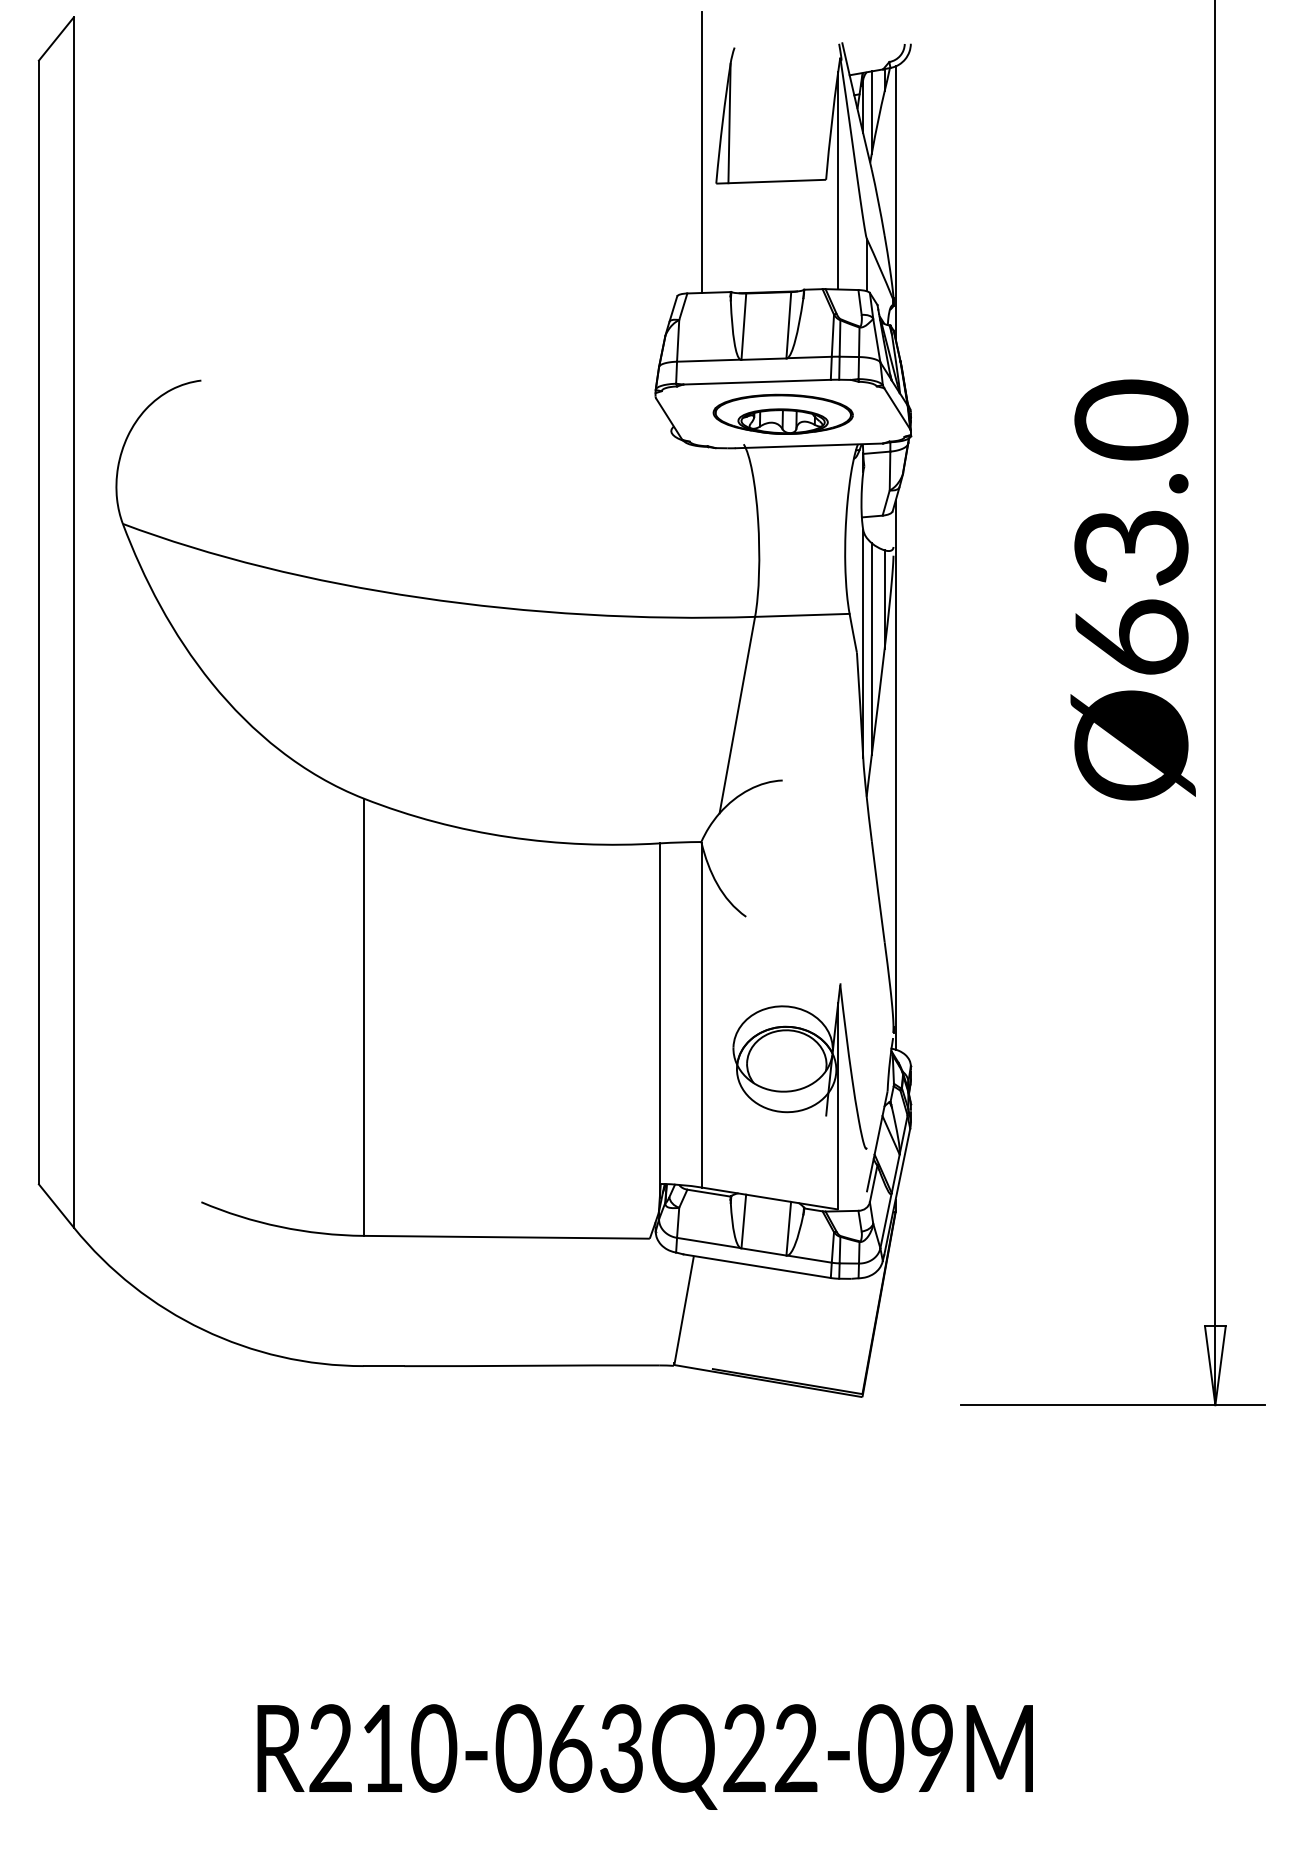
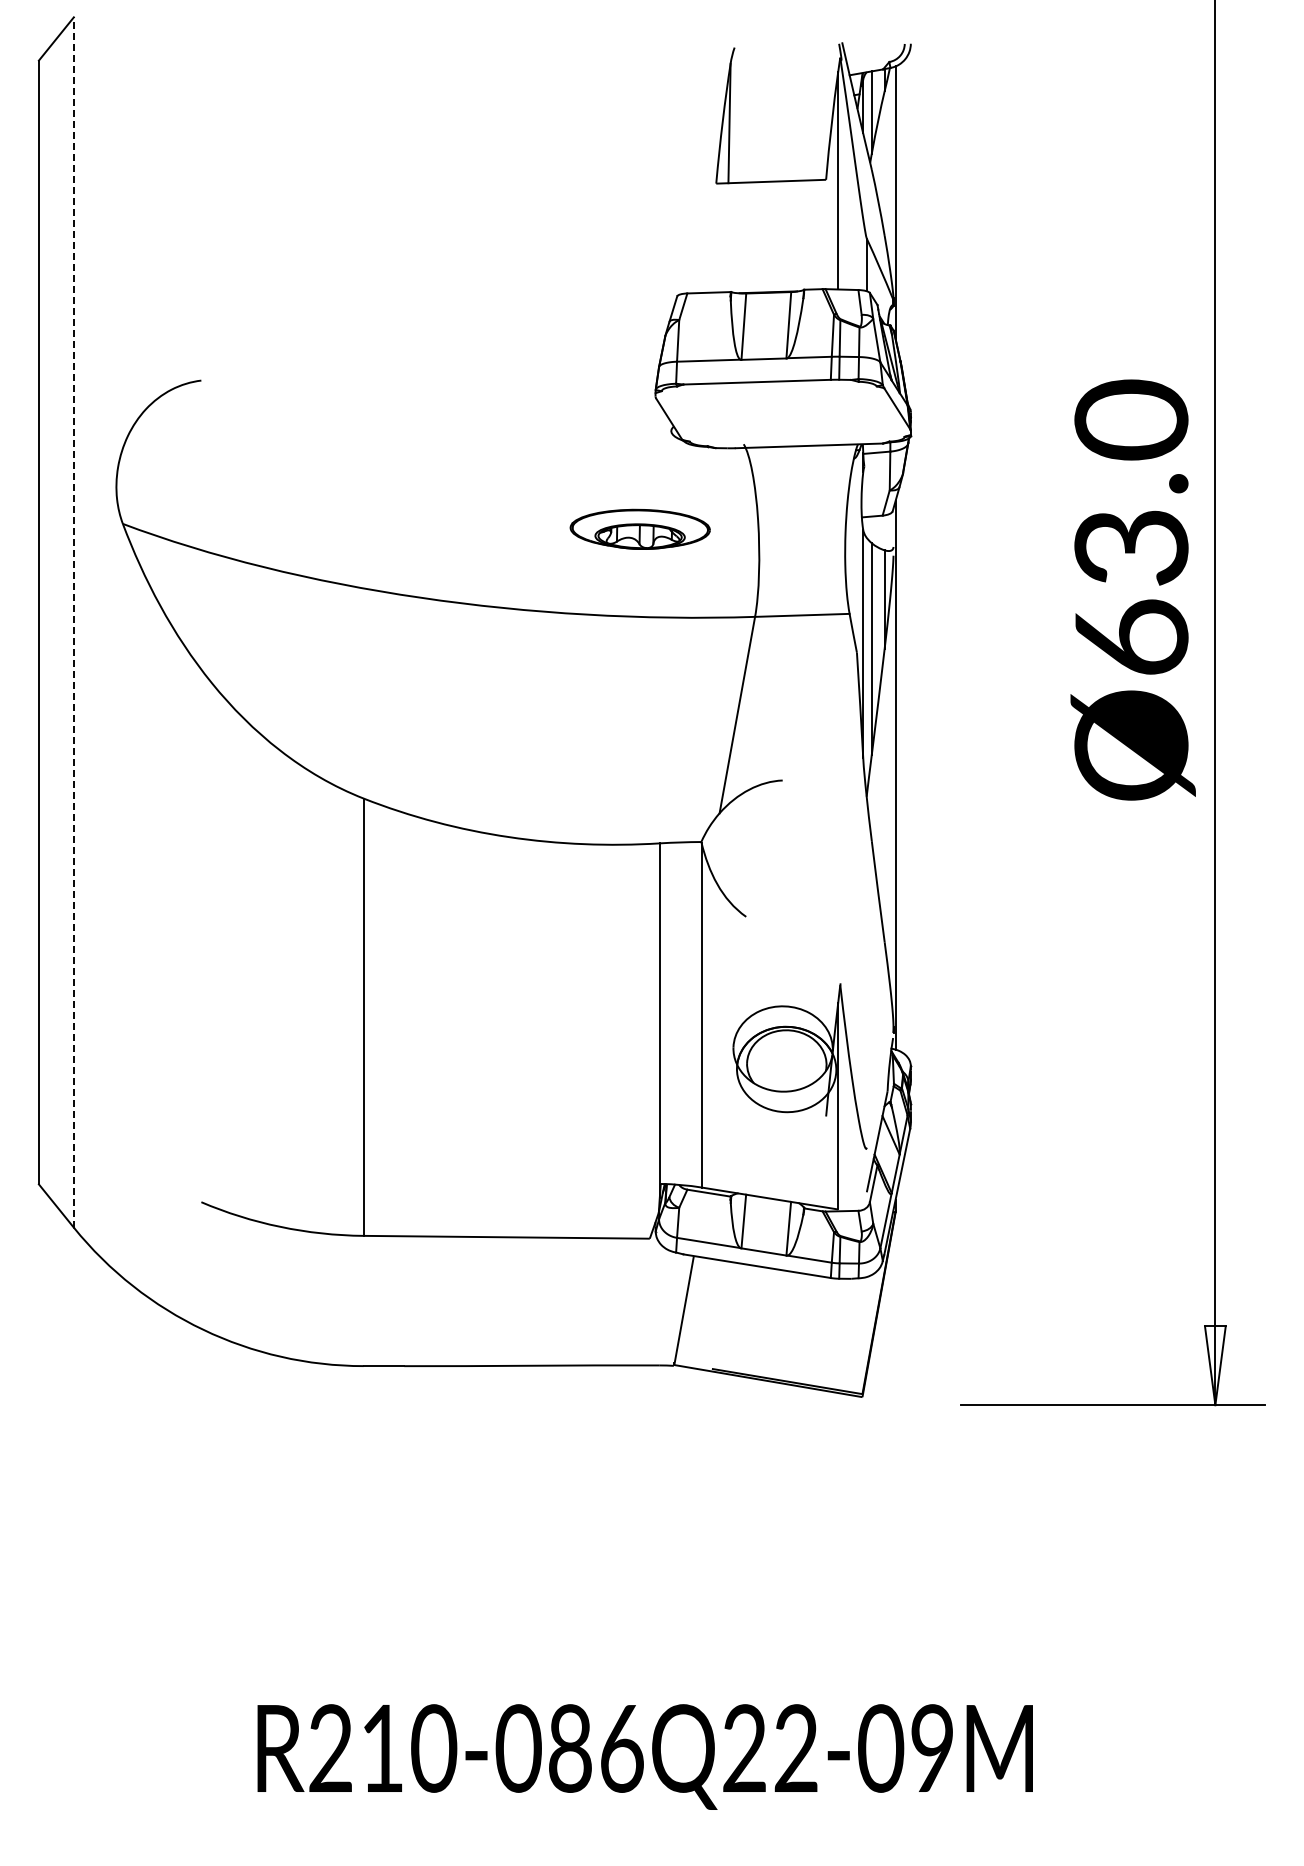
line at (701, 152): present -> none
part at (782, 413) position: (782, 413) -> (639, 528)
line at (73, 622): solid -> dashed
text at (596, 1748): R210-063Q22-09M -> R210-086Q22-09M
